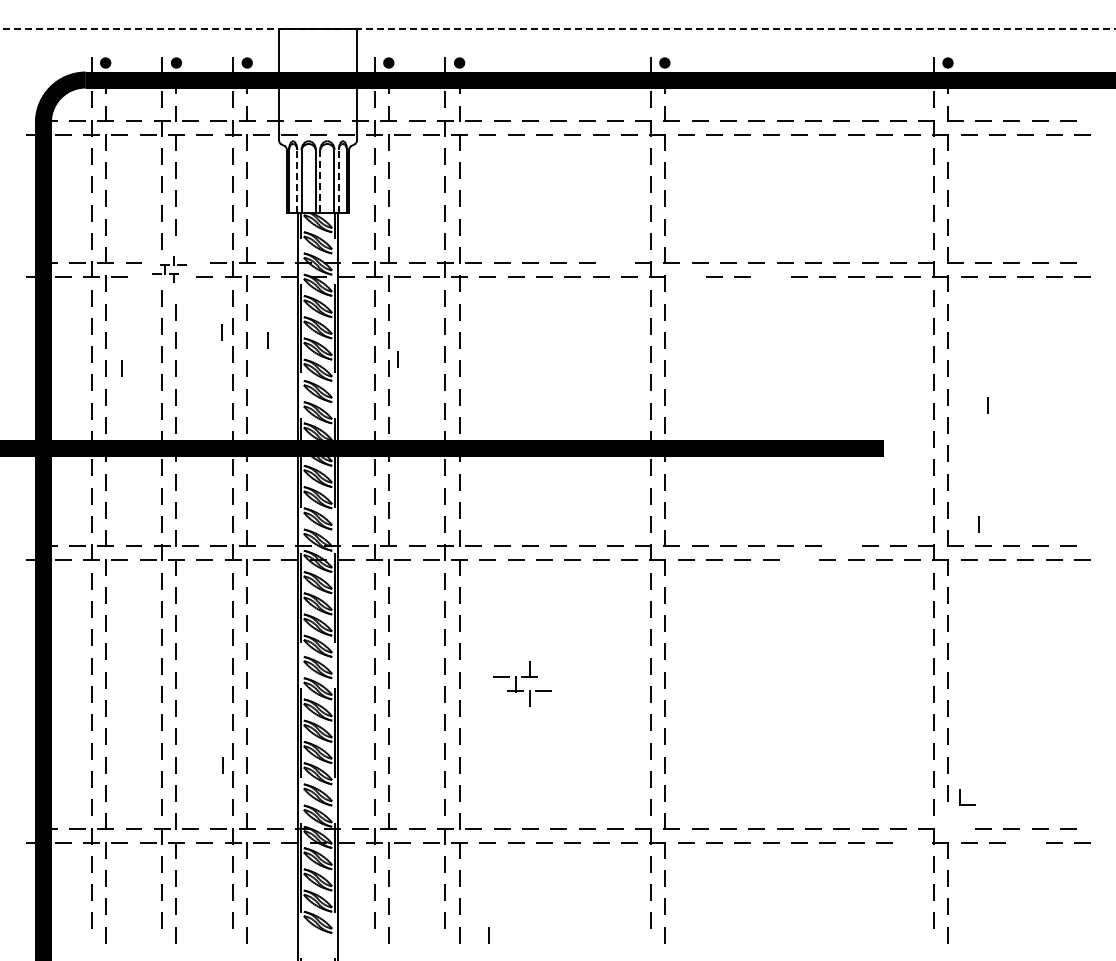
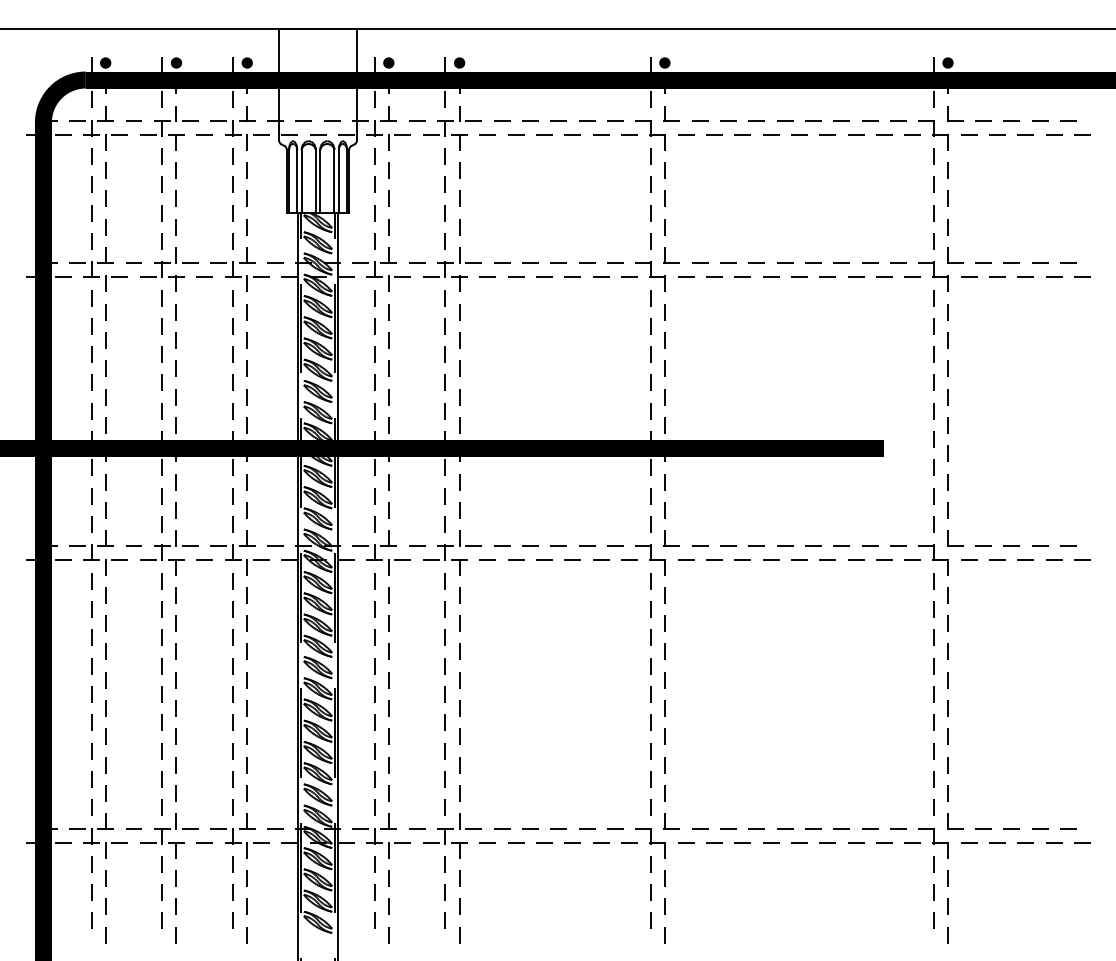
line at (558, 29): dashed -> solid
line at (297, 181): dashed -> solid
line at (320, 181): dashed -> solid
line at (338, 181): dashed -> solid
line at (615, 262): none -> present
part at (169, 269) size: 35x27 px -> 59x45 px
line at (686, 276): none -> present
line at (771, 276): none -> present
line at (221, 332): present -> none
line at (267, 340): present -> none
line at (397, 359): present -> none
line at (121, 368): present -> none
line at (987, 405): present -> none
line at (978, 524): present -> none
line at (841, 545): none -> present
line at (799, 559): none -> present
part at (522, 683): present -> none
line at (222, 765): present -> none
part at (960, 797) position: (960, 797) -> (948, 821)
line at (912, 842): none -> present
line at (1025, 842): none -> present
line at (488, 935): present -> none
